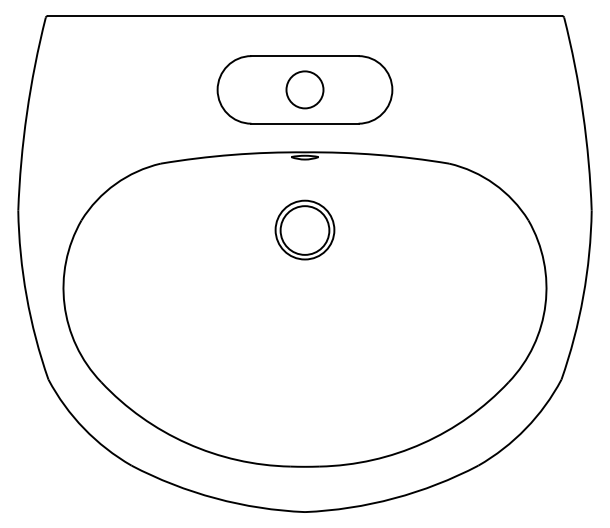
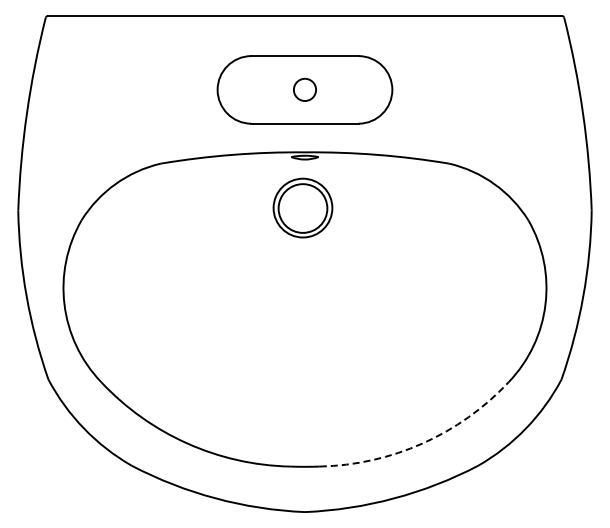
circle at (304, 89) diameter: 37 px -> 22 px
part at (304, 229) position: (304, 229) -> (302, 207)
arc at (422, 443): solid -> dashed
